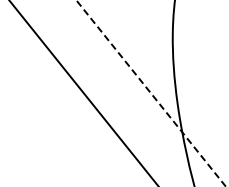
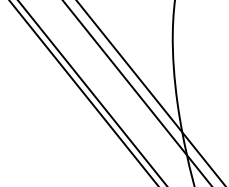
line at (92, 92): none -> present
line at (136, 92): none -> present
line at (151, 93): dashed -> solid
